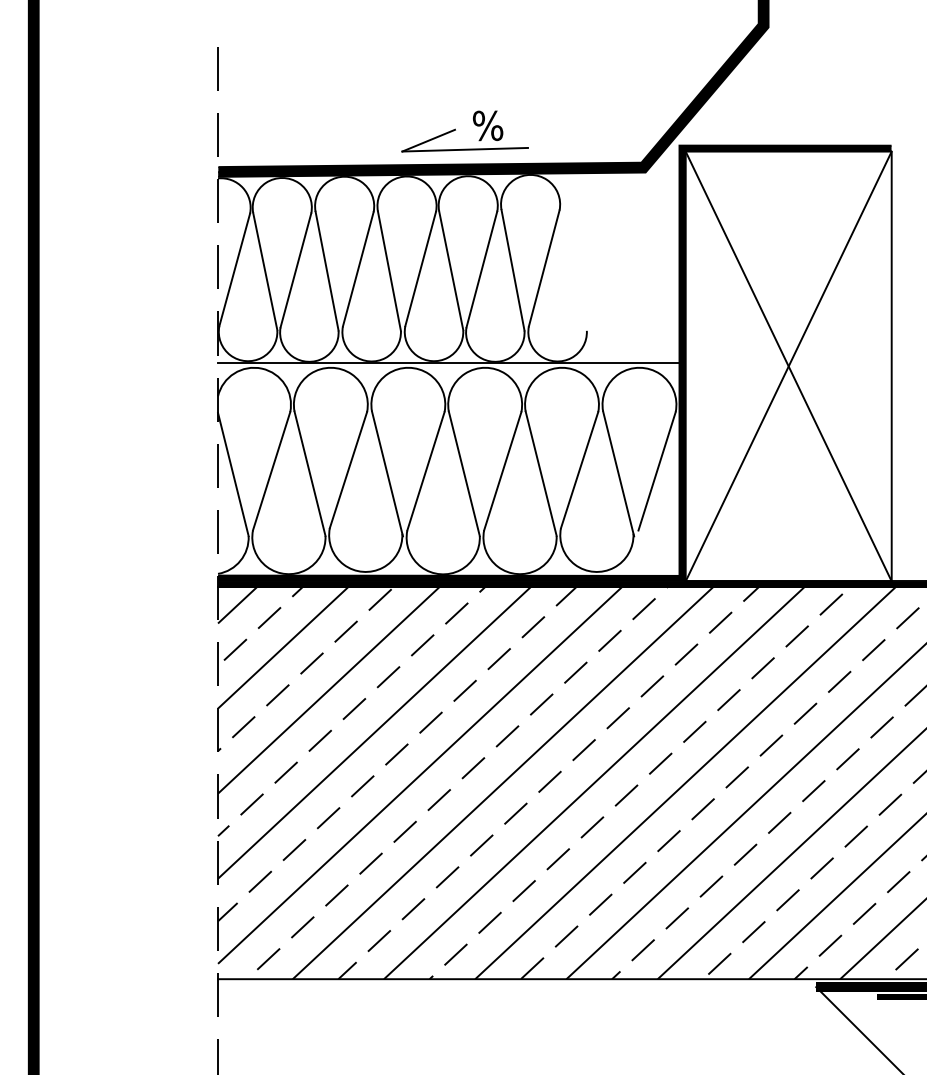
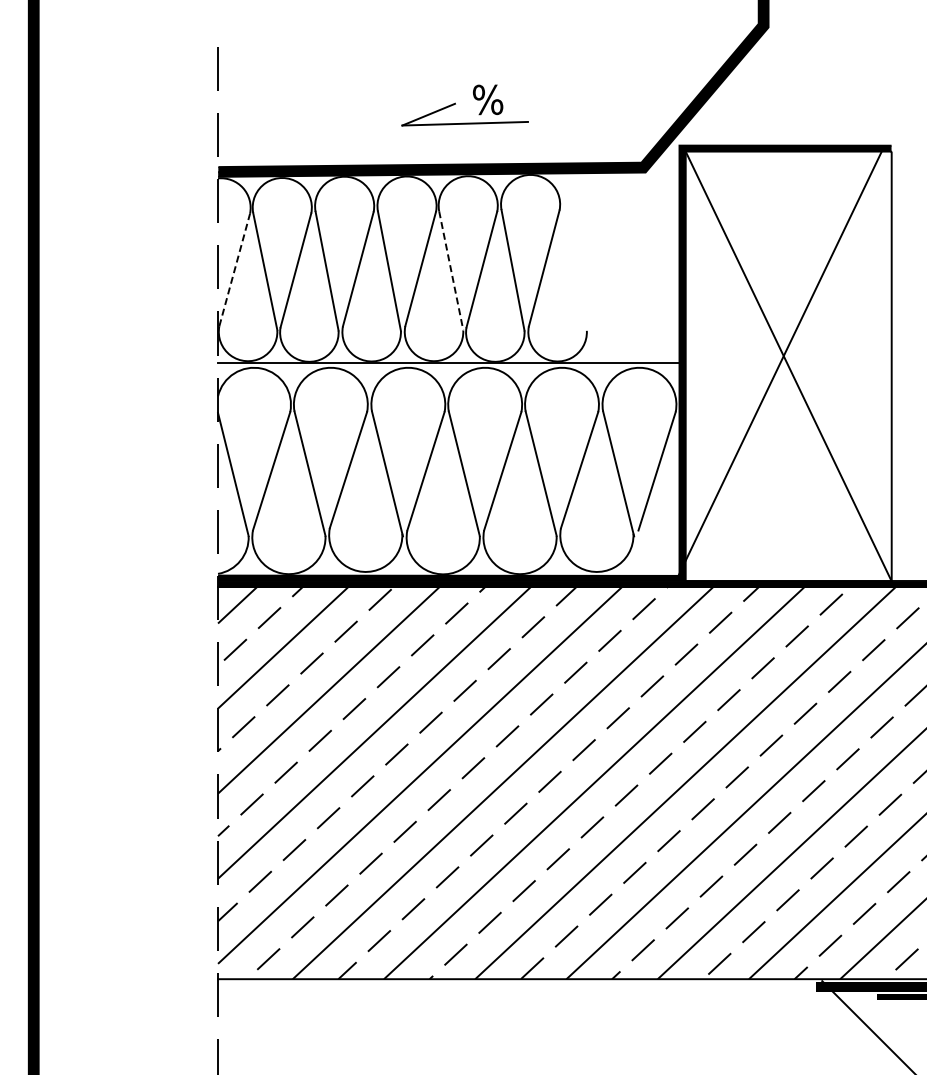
part at (455, 130) position: (455, 130) -> (455, 104)
line at (234, 269): solid -> dashed
line at (451, 270): solid -> dashed
line at (788, 366) position: (788, 366) -> (780, 362)
line at (858, 1029) position: (858, 1029) -> (867, 1026)
